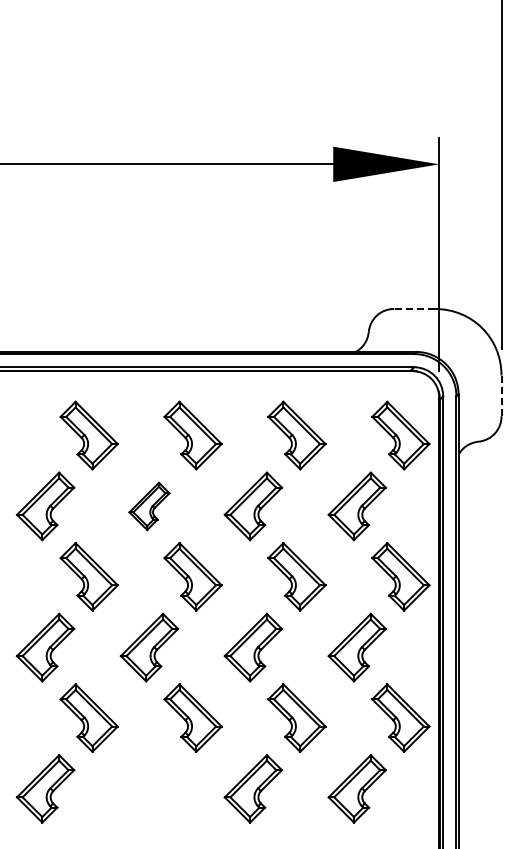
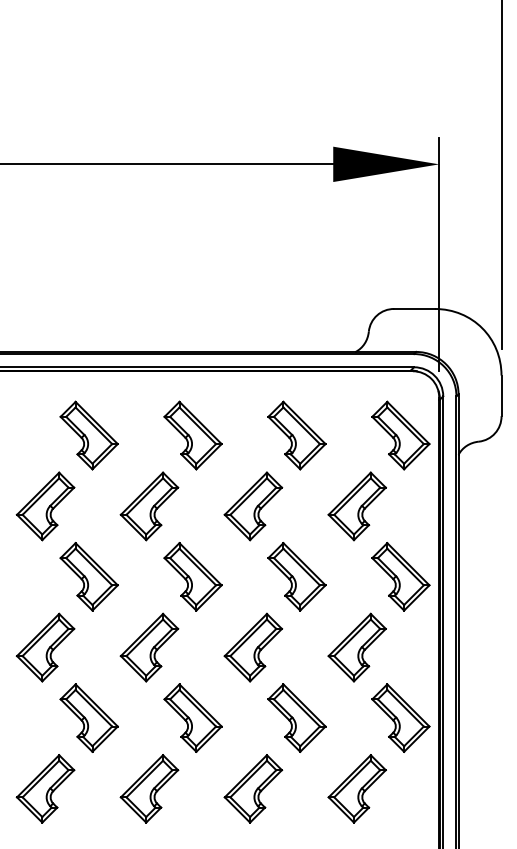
line at (414, 308): dashed -> solid
line at (501, 395): dashed -> solid
part at (149, 506) size: 43x51 px -> 61x71 px
part at (149, 788): none -> present
